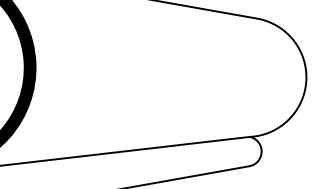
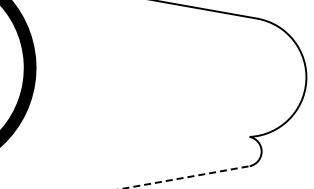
line at (125, 150): present -> none
line at (185, 177): solid -> dashed
